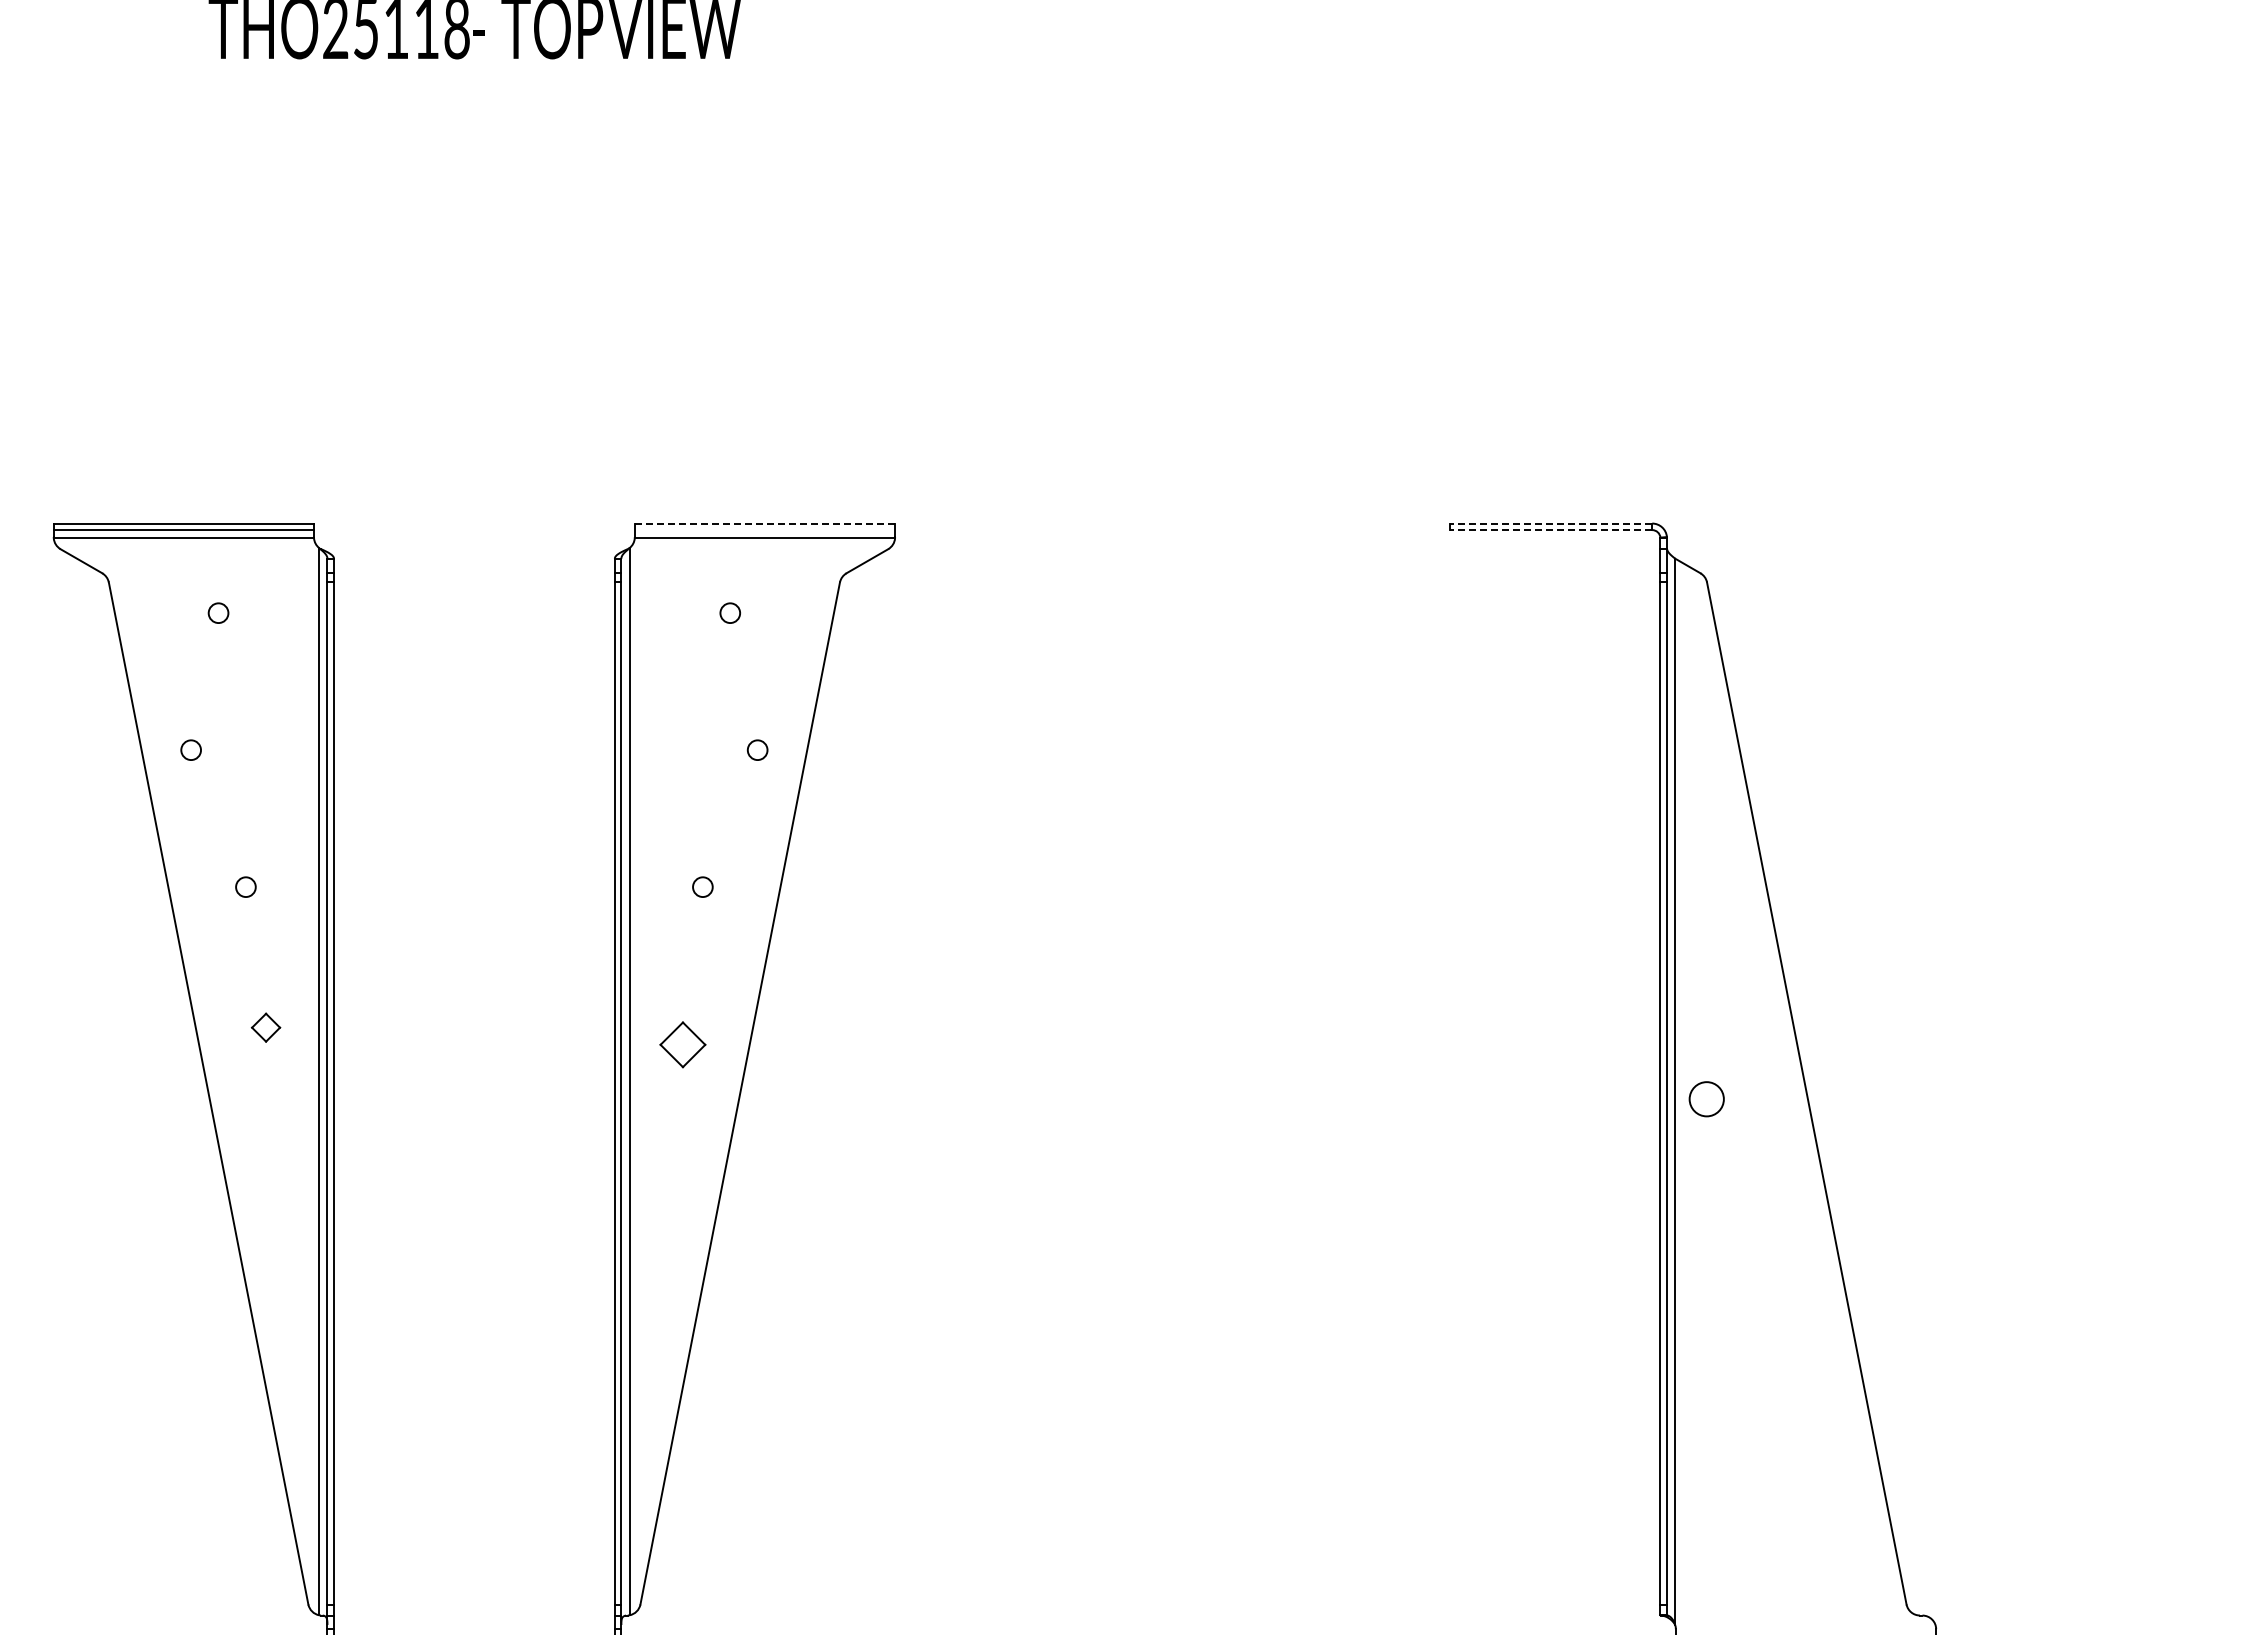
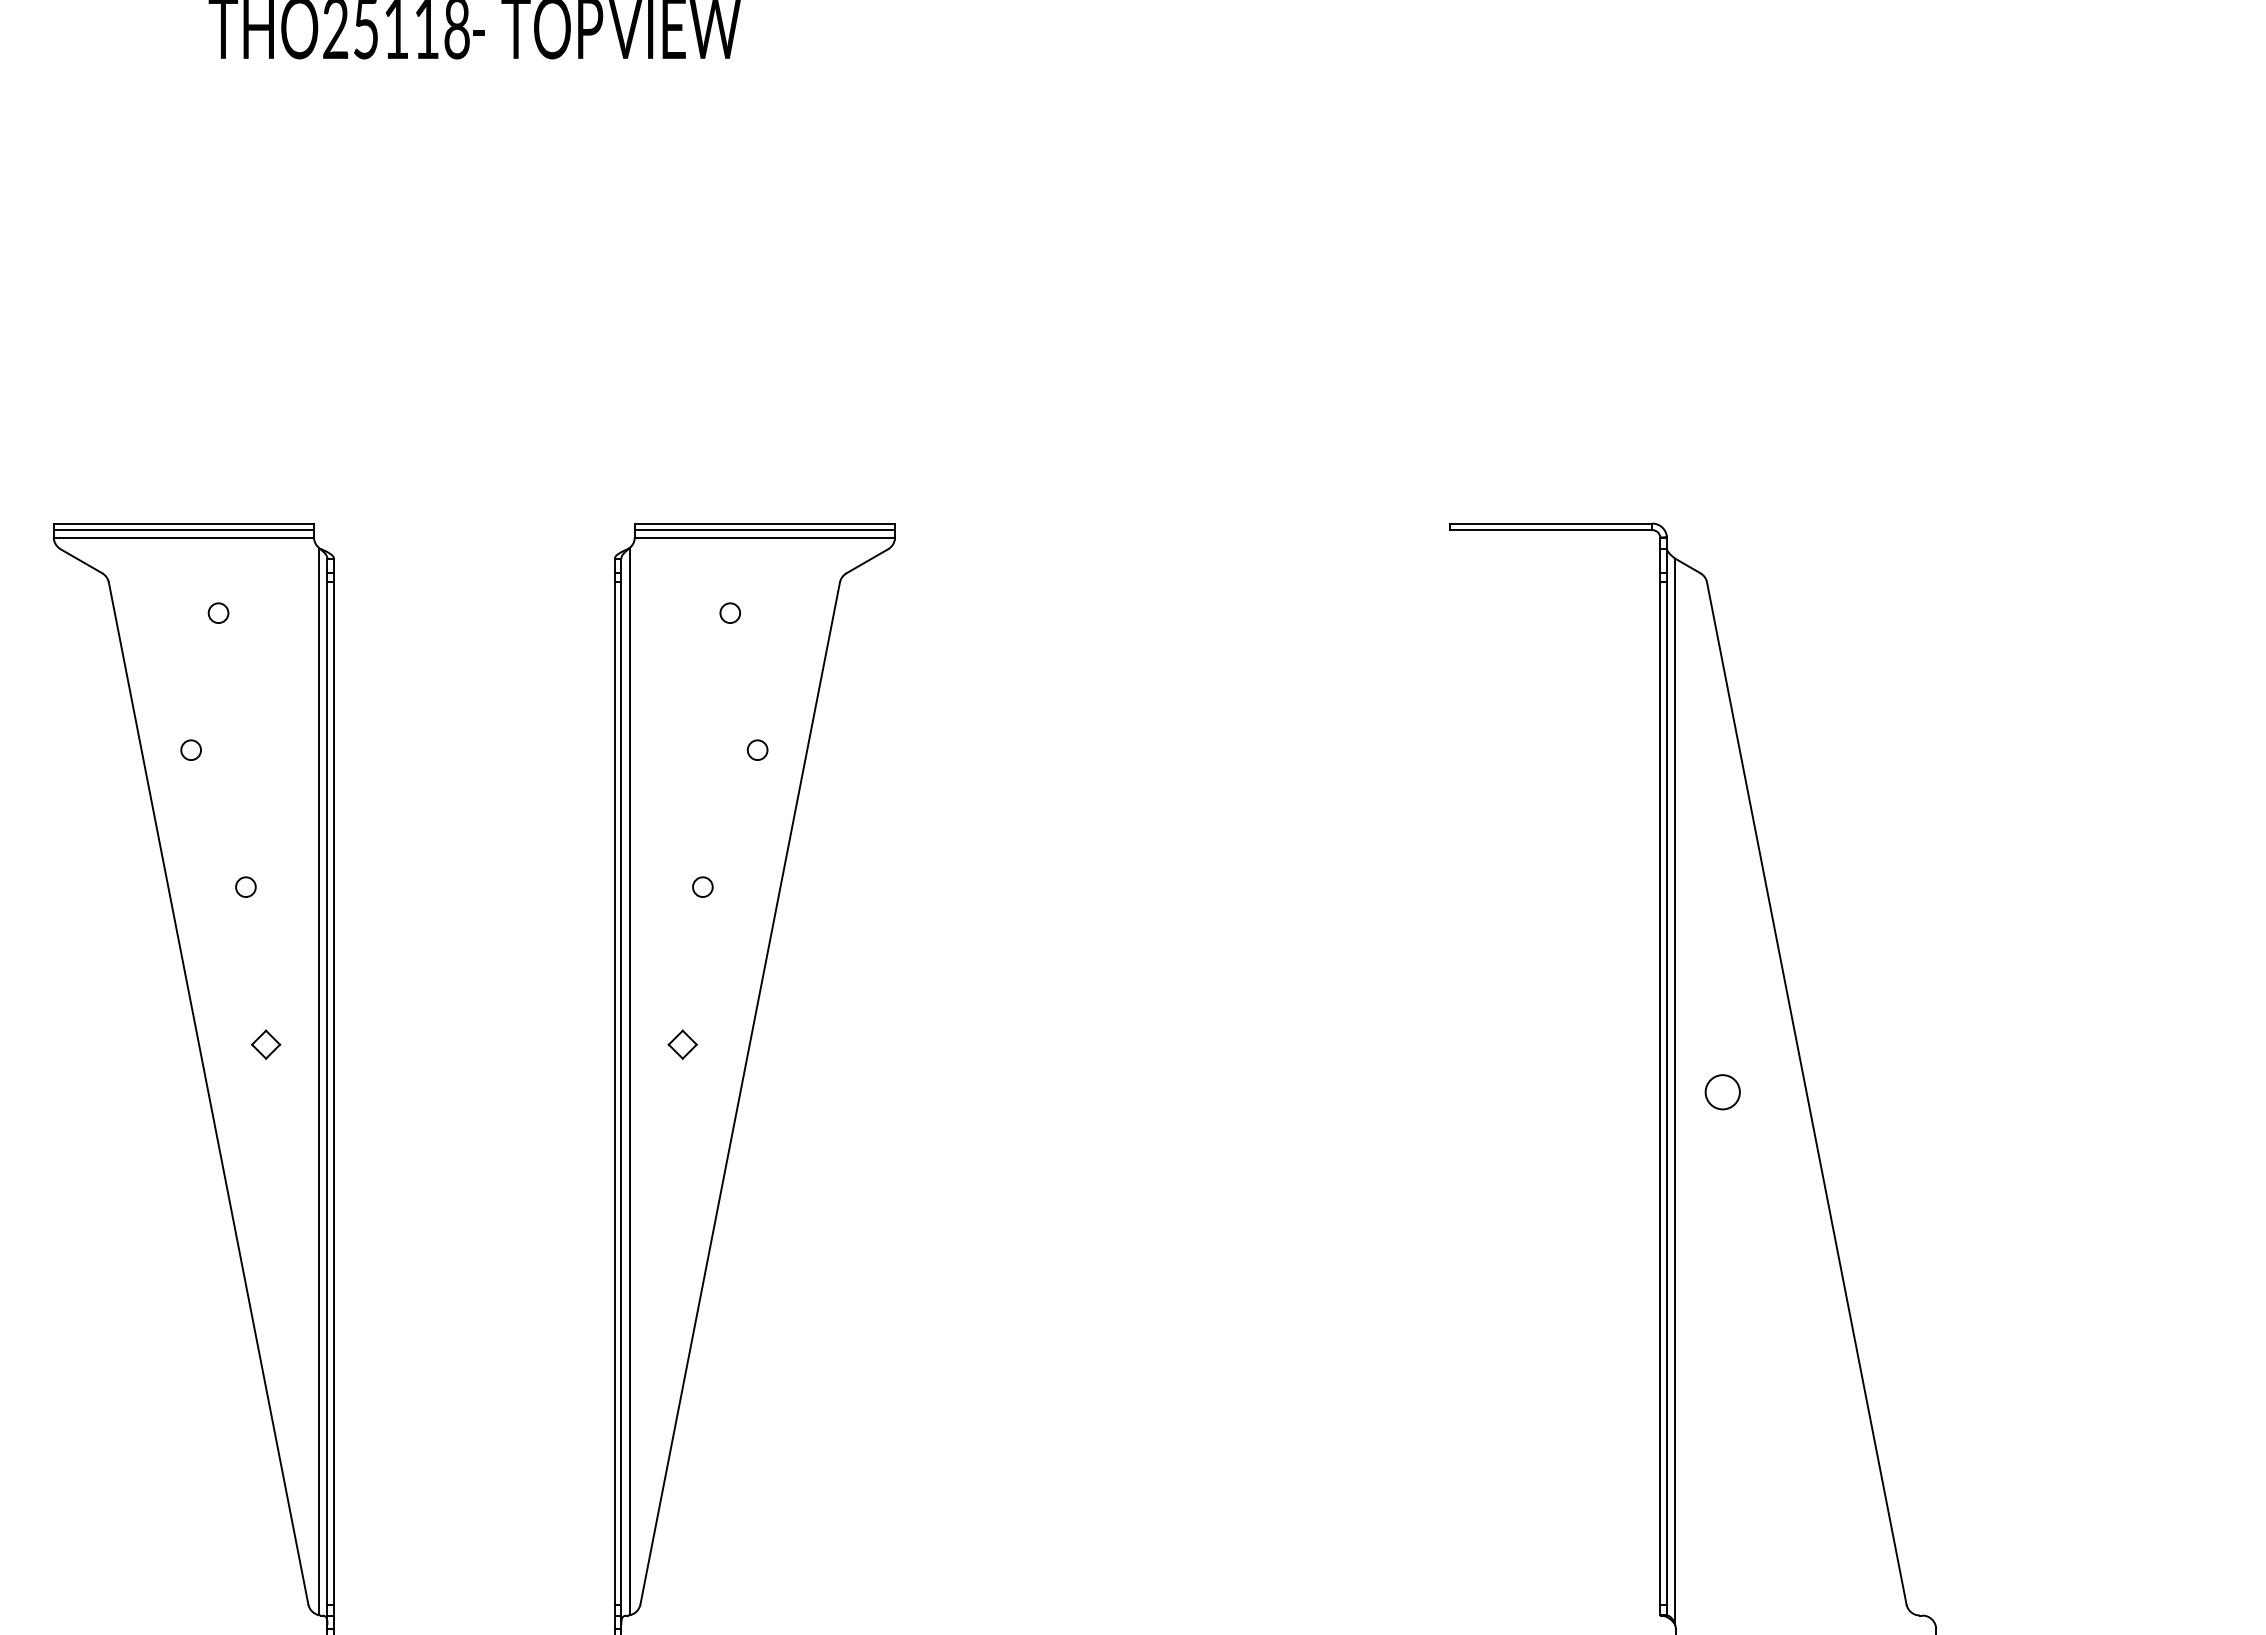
line at (765, 523): dashed -> solid
line at (1550, 523): dashed -> solid
line at (764, 530): none -> present
line at (1550, 530): dashed -> solid
part at (265, 1027) position: (265, 1027) -> (265, 1044)
part at (682, 1044) size: 48x48 px -> 31x31 px
circle at (1706, 1099) position: (1706, 1099) -> (1722, 1092)
